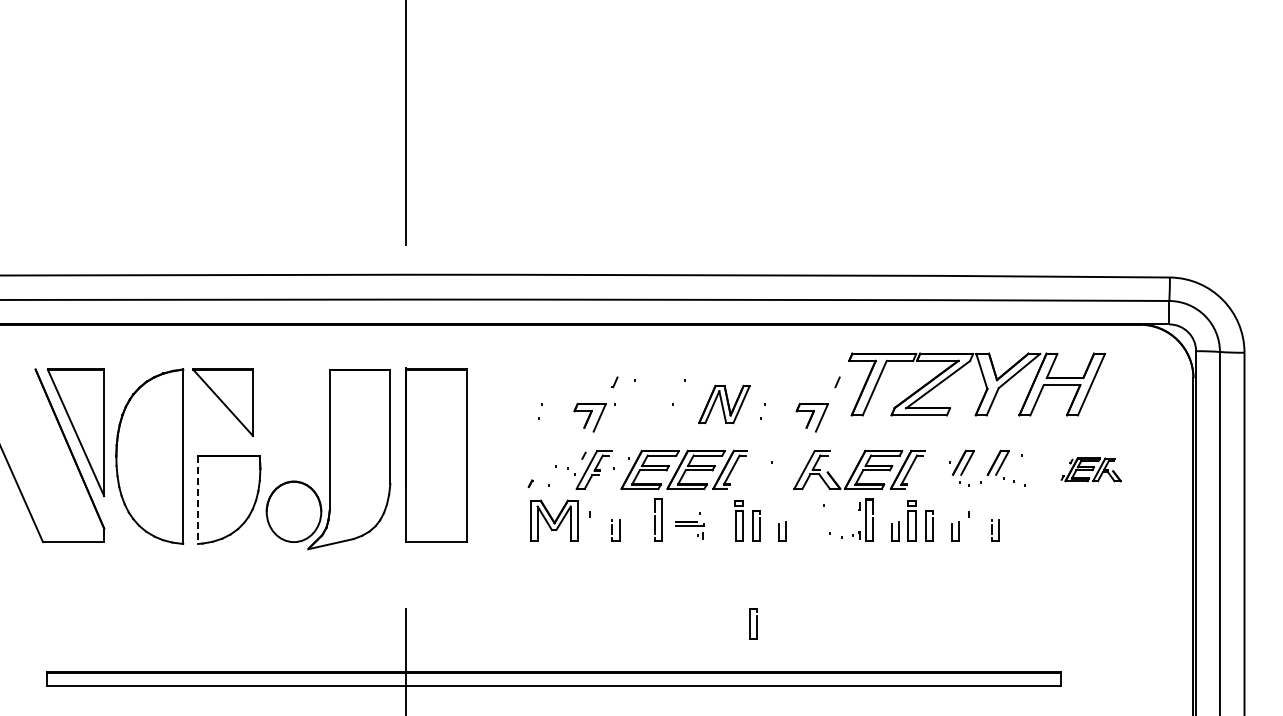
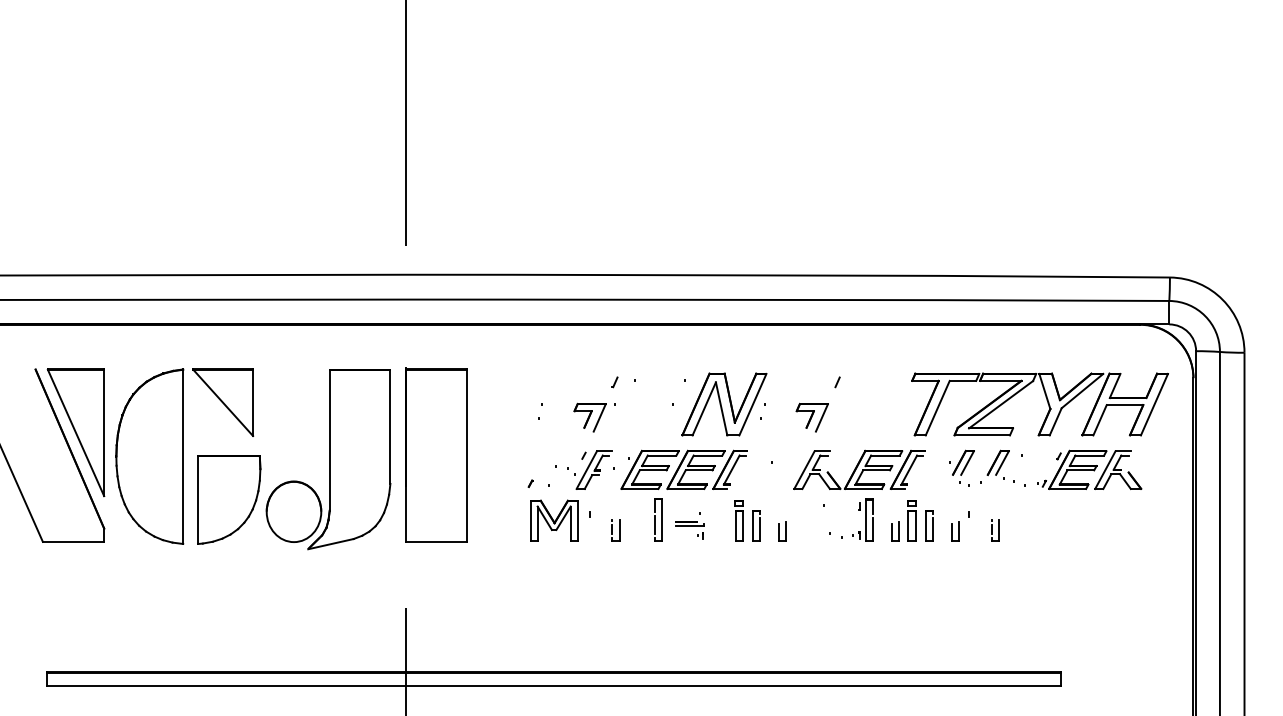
part at (983, 380) position: (983, 380) -> (1046, 400)
part at (724, 404) size: 53x41 px -> 87x65 px
part at (1090, 469) size: 62x26 px -> 106x41 px
line at (197, 500): dashed -> solid
part at (753, 623): present -> none
